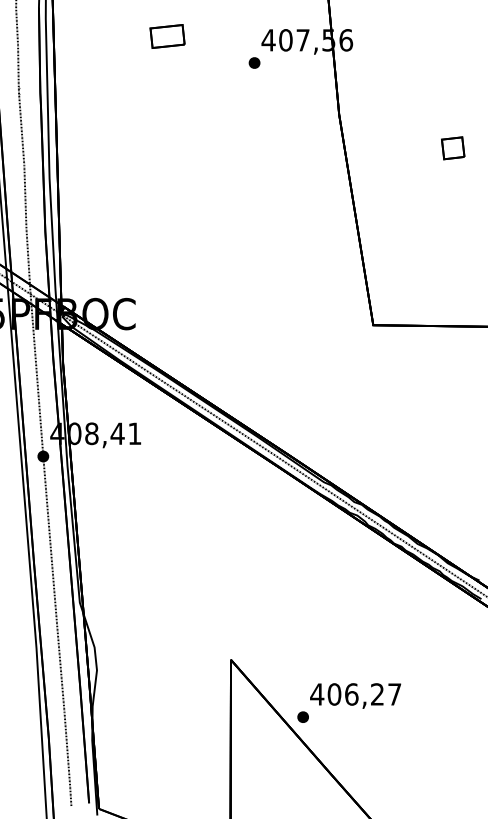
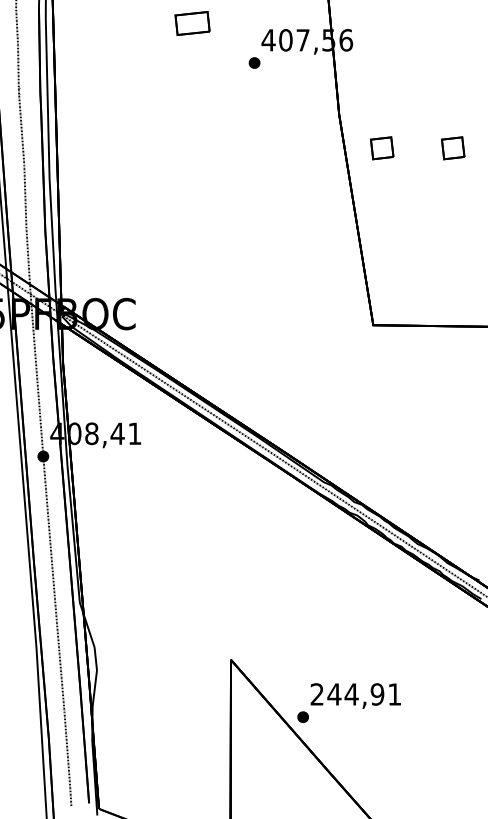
part at (167, 36) position: (167, 36) -> (192, 23)
part at (382, 148): none -> present
text at (355, 694): 406,27 -> 244,91
